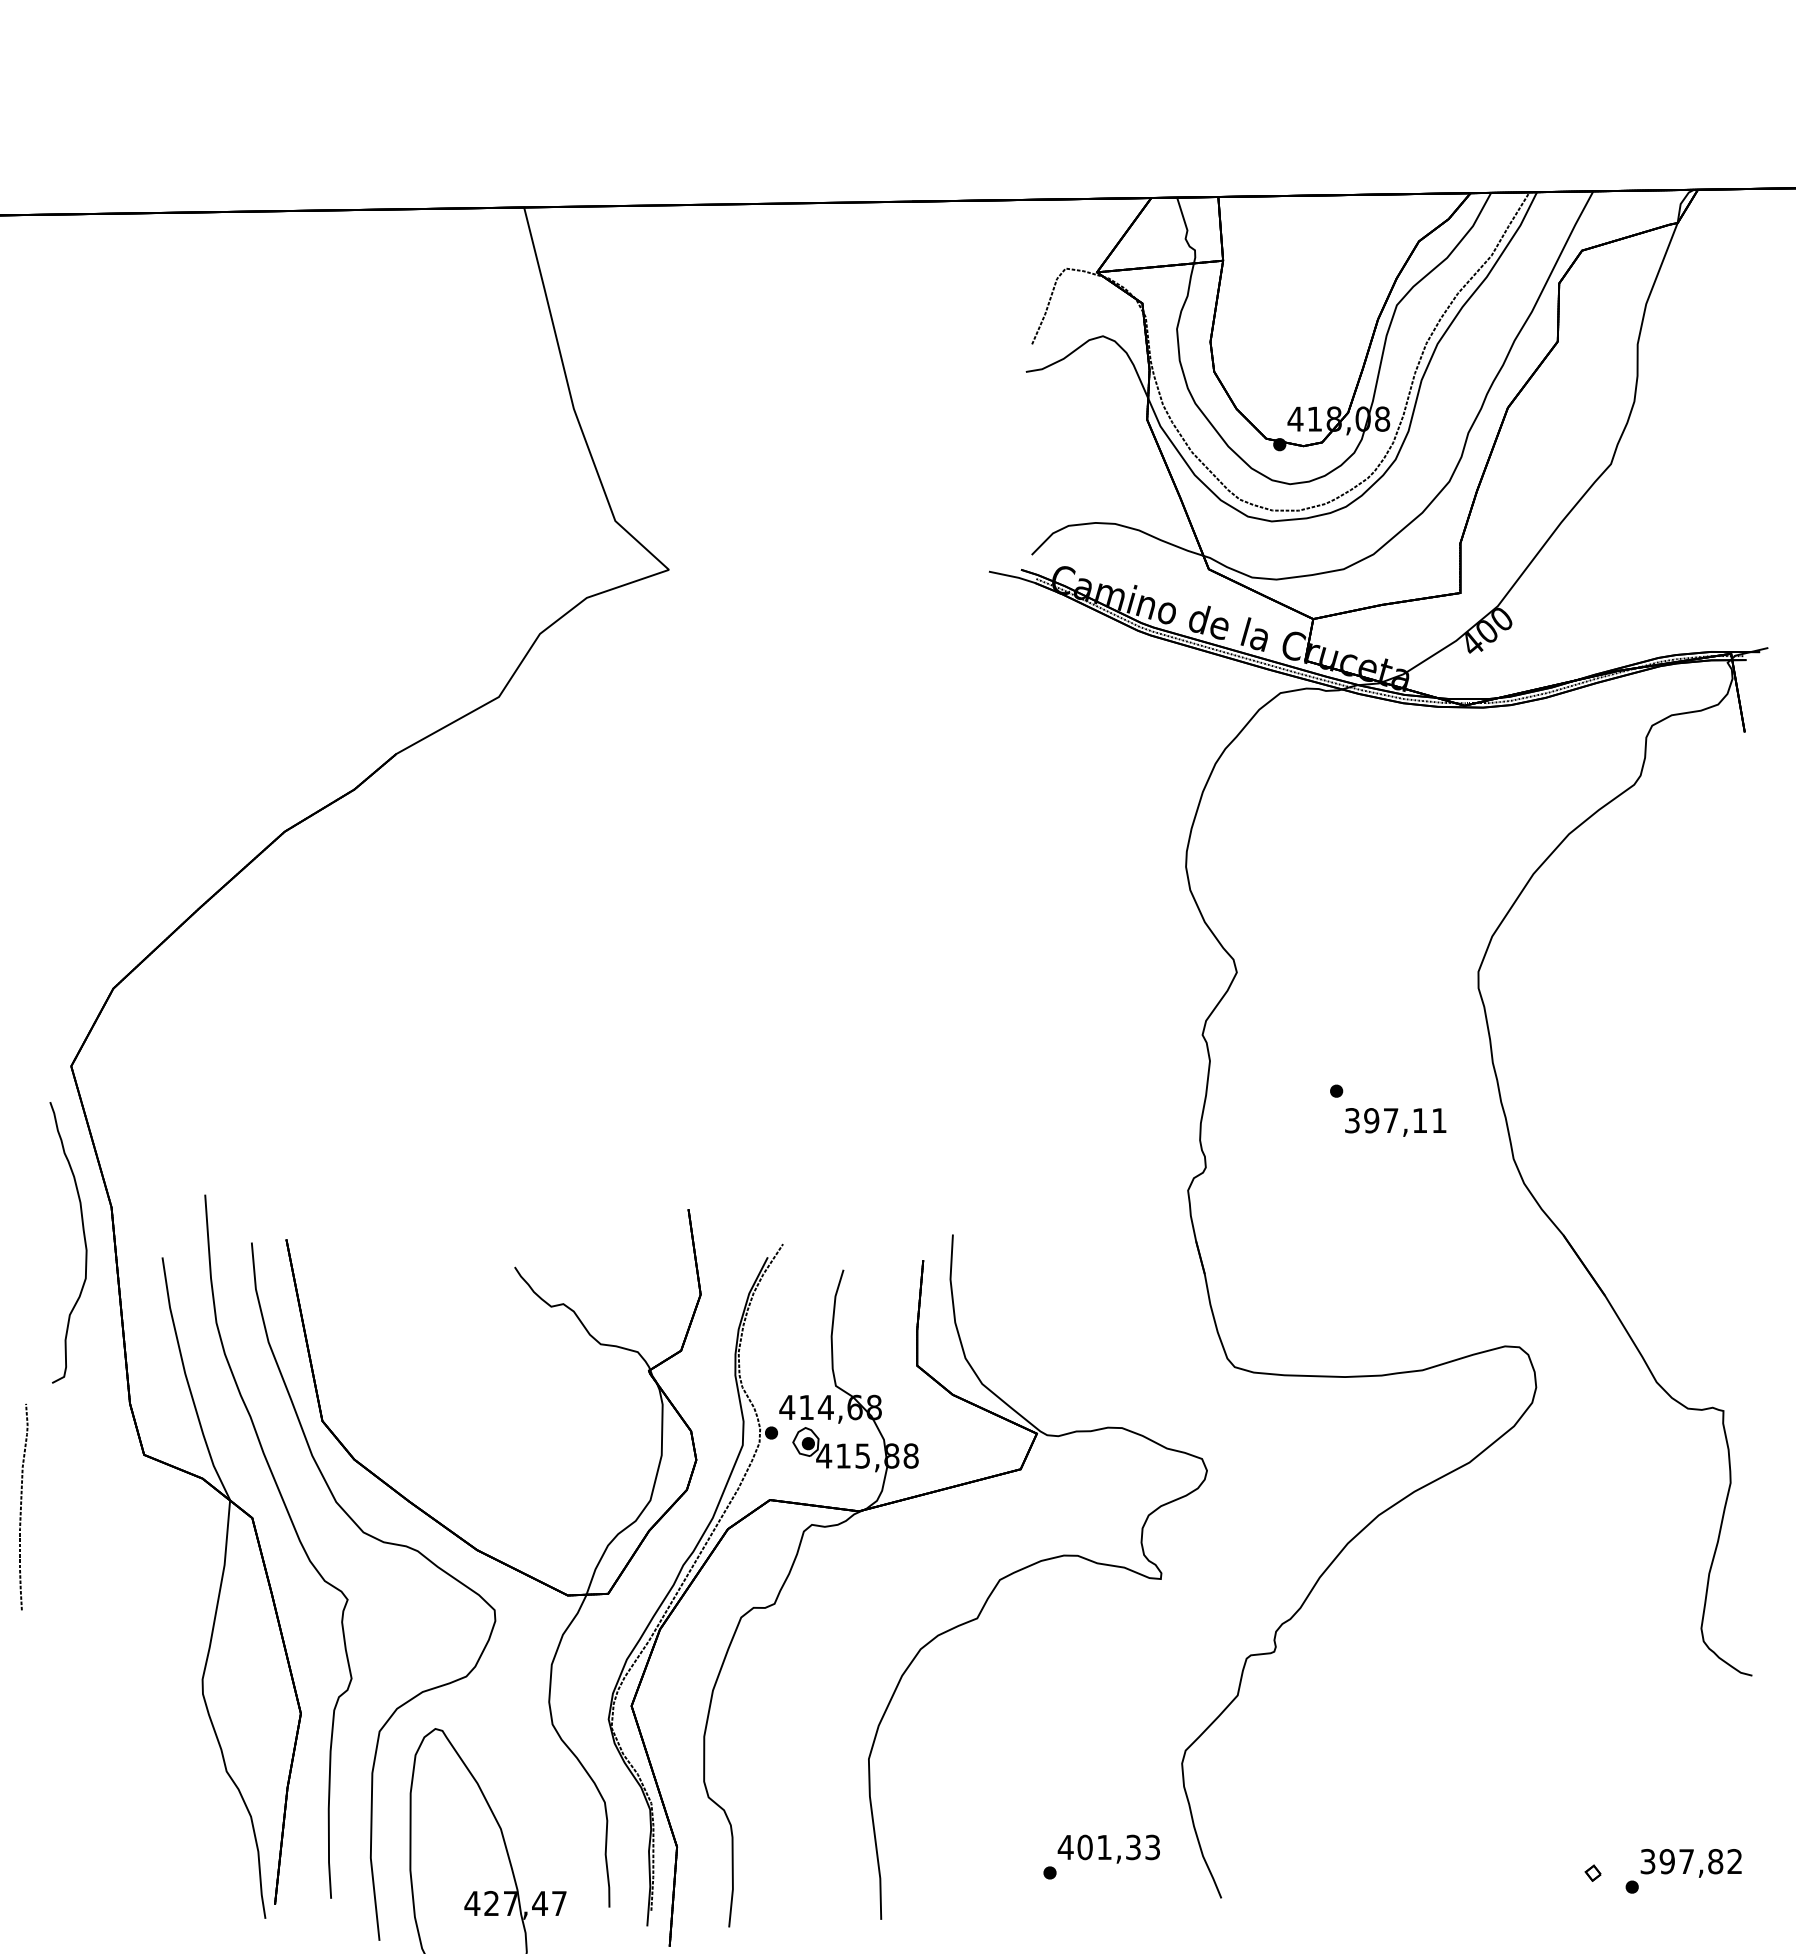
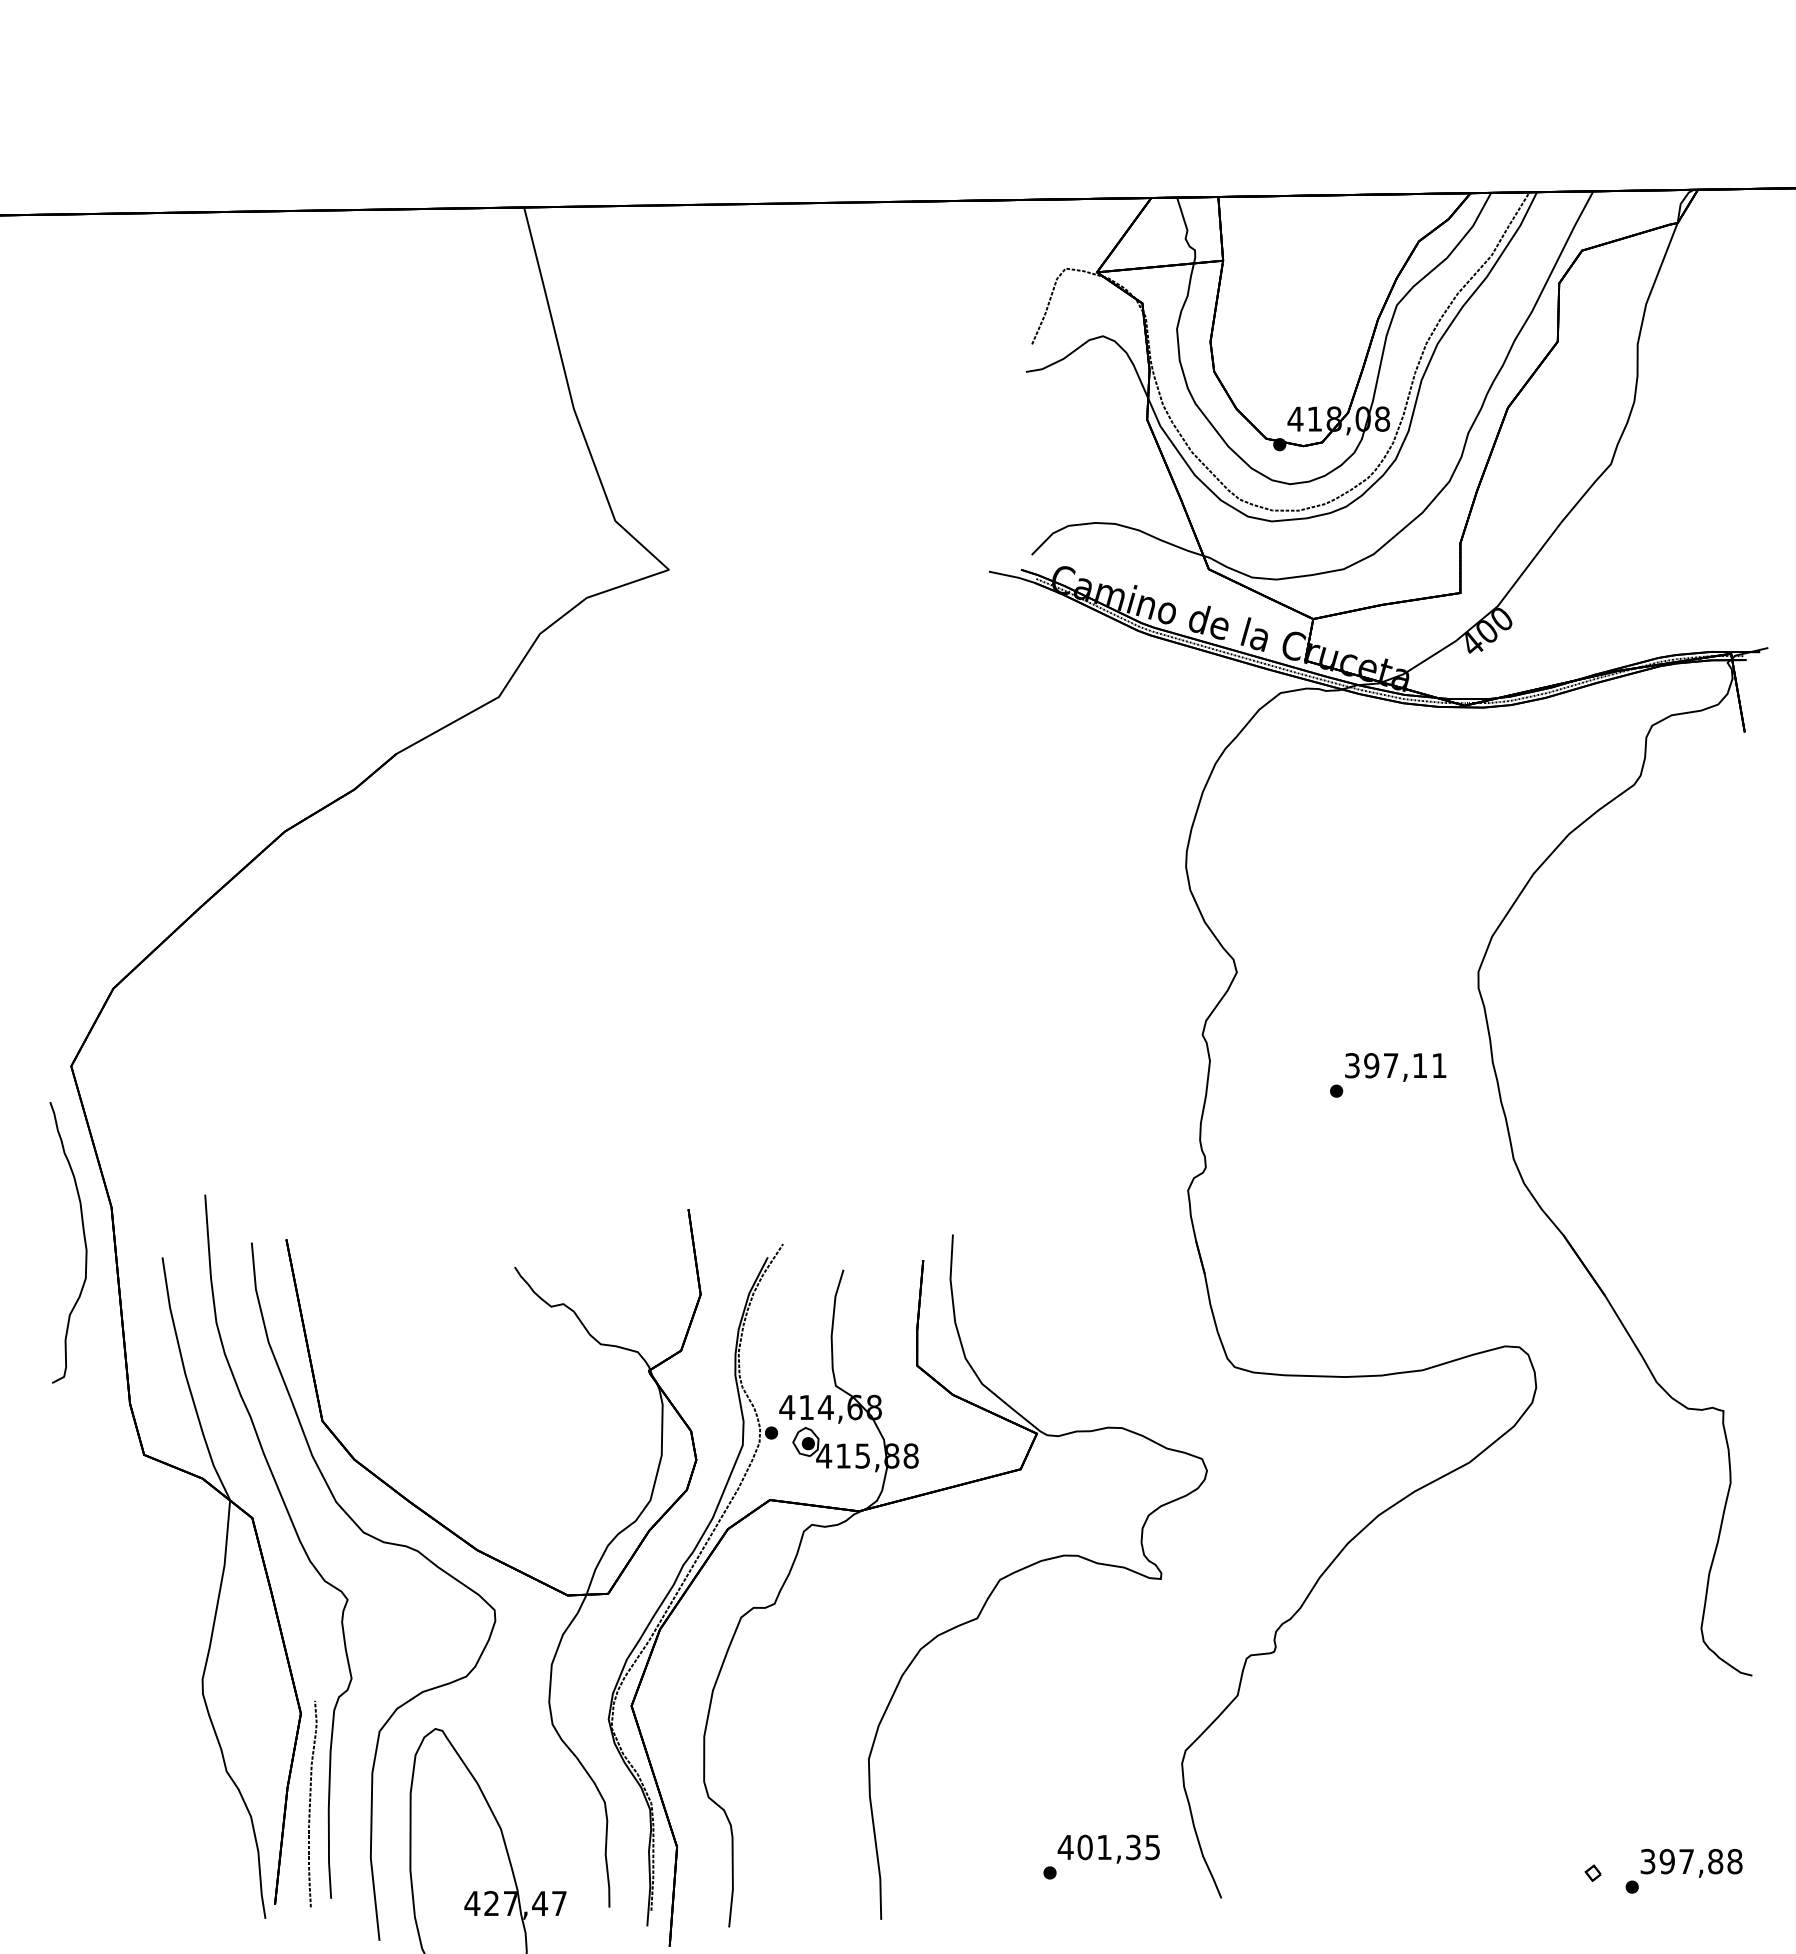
text at (1395, 1122) position: (1395, 1122) -> (1395, 1067)
curve at (21, 1506) position: (21, 1506) -> (310, 1803)
text at (1152, 1846): 401,33 -> 401,35
text at (1734, 1861): 397,82 -> 397,88
